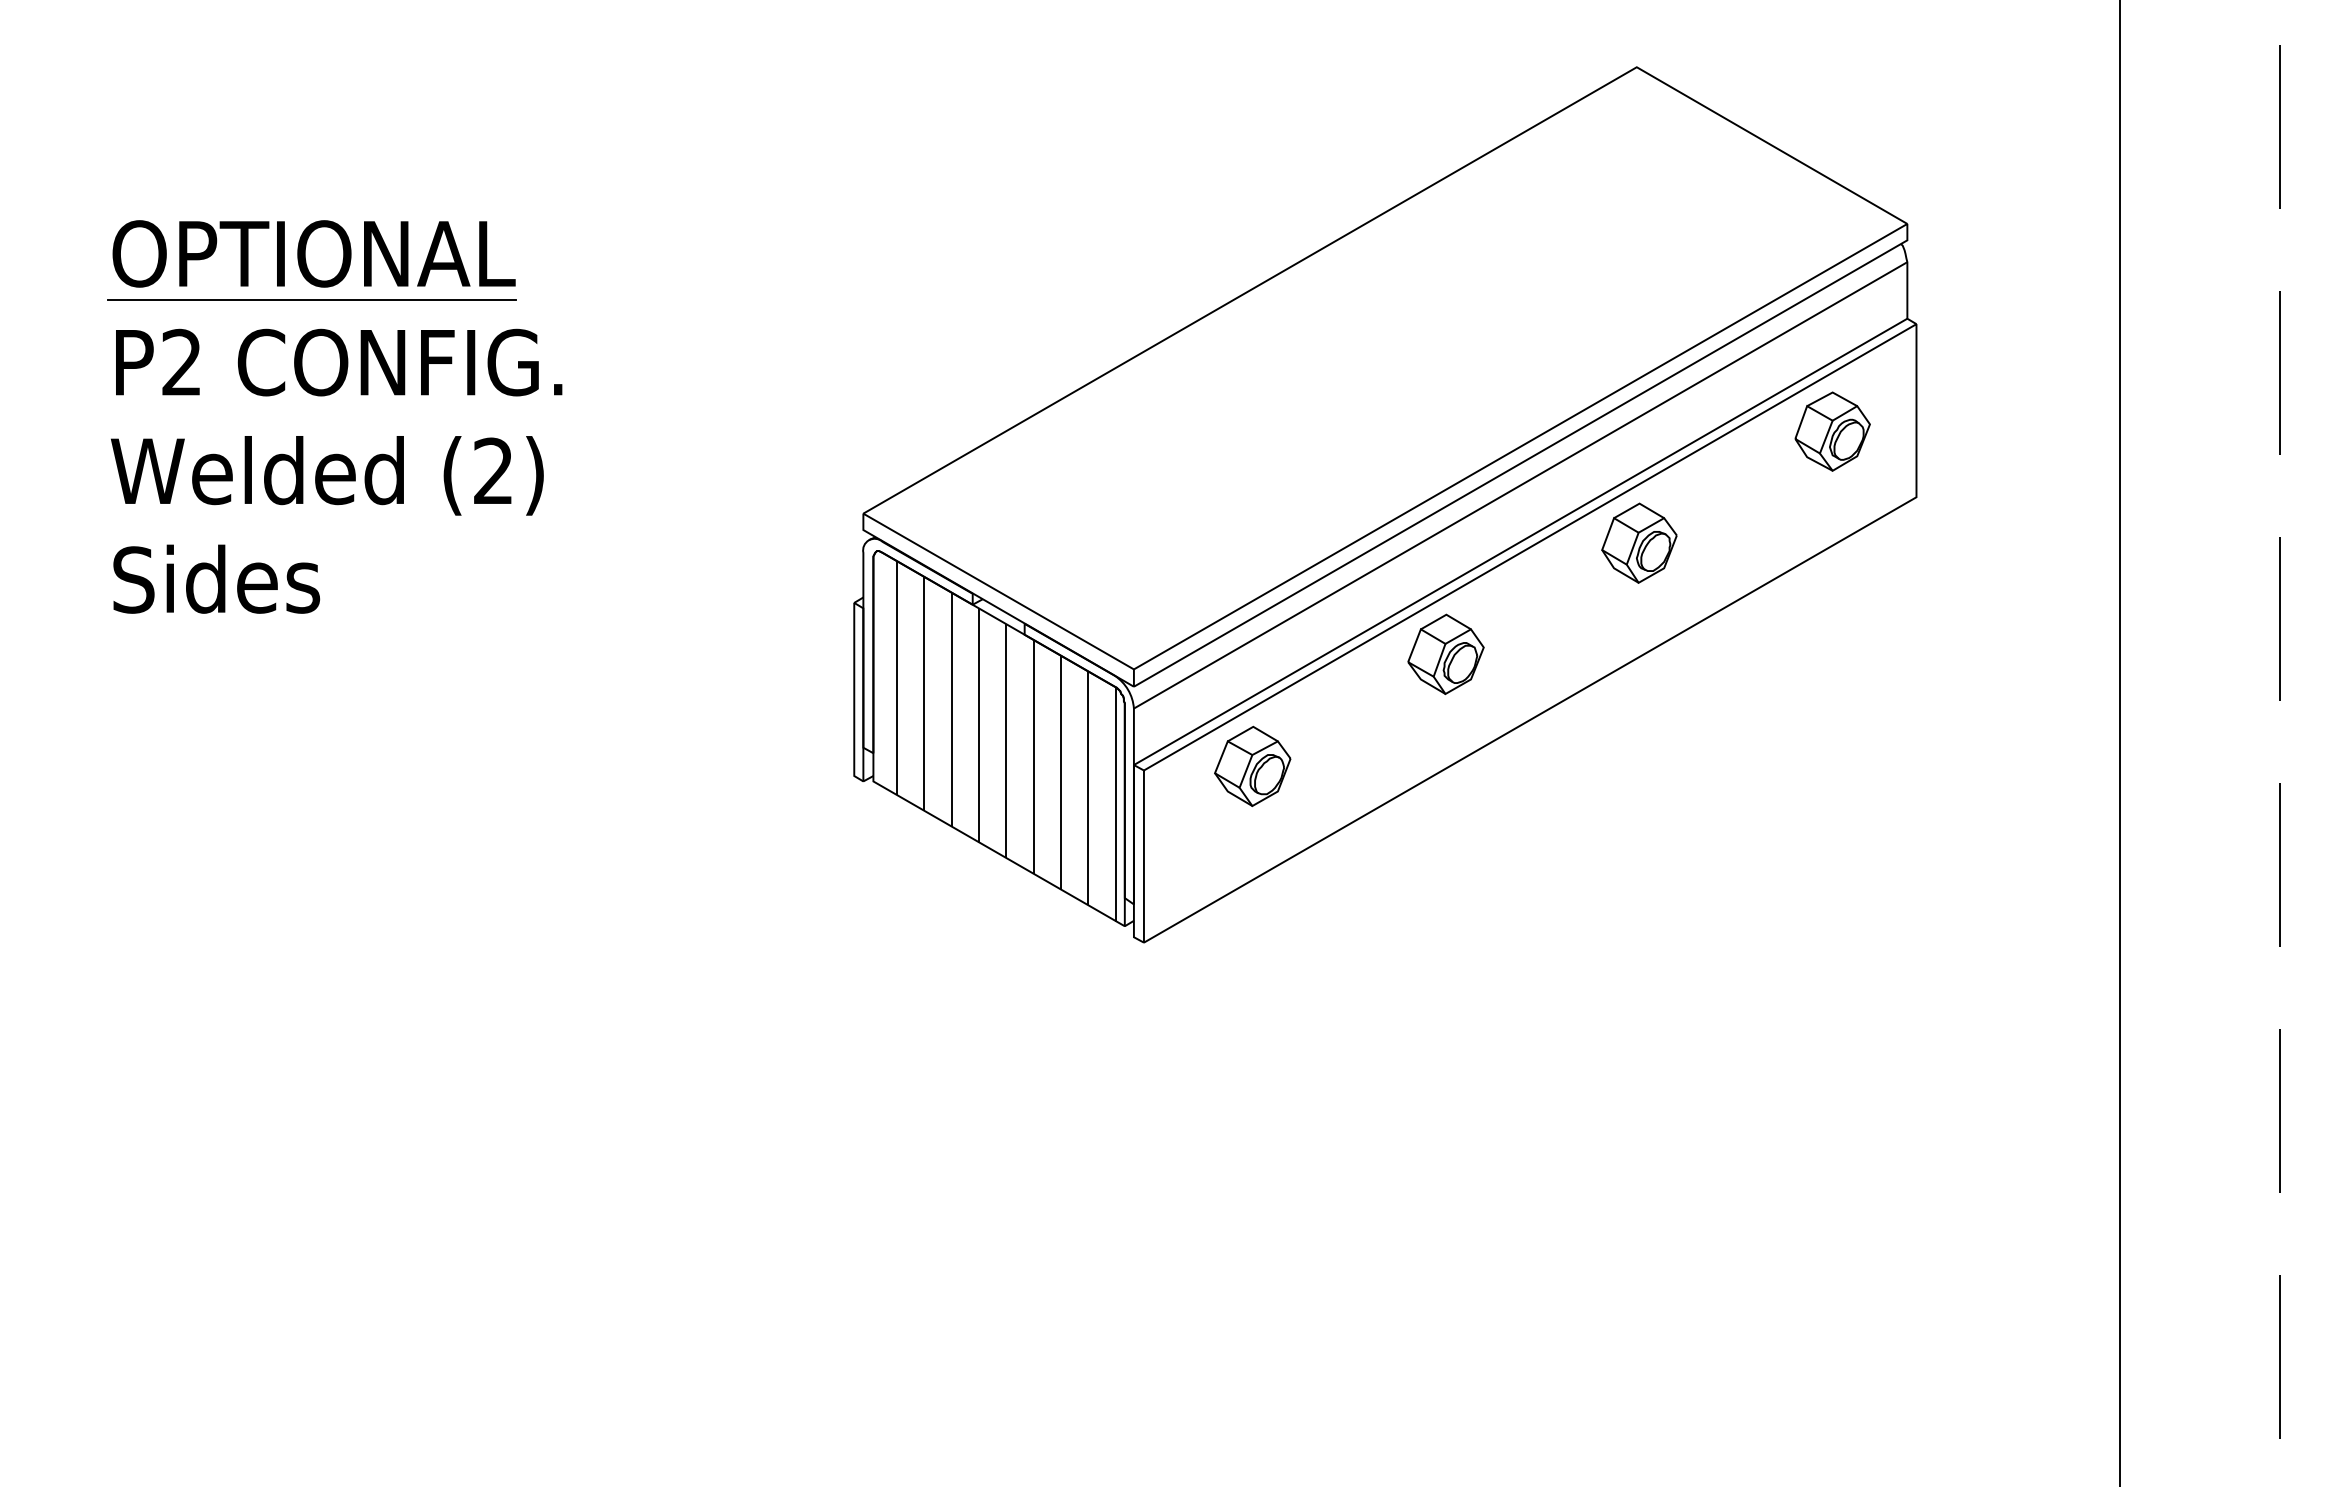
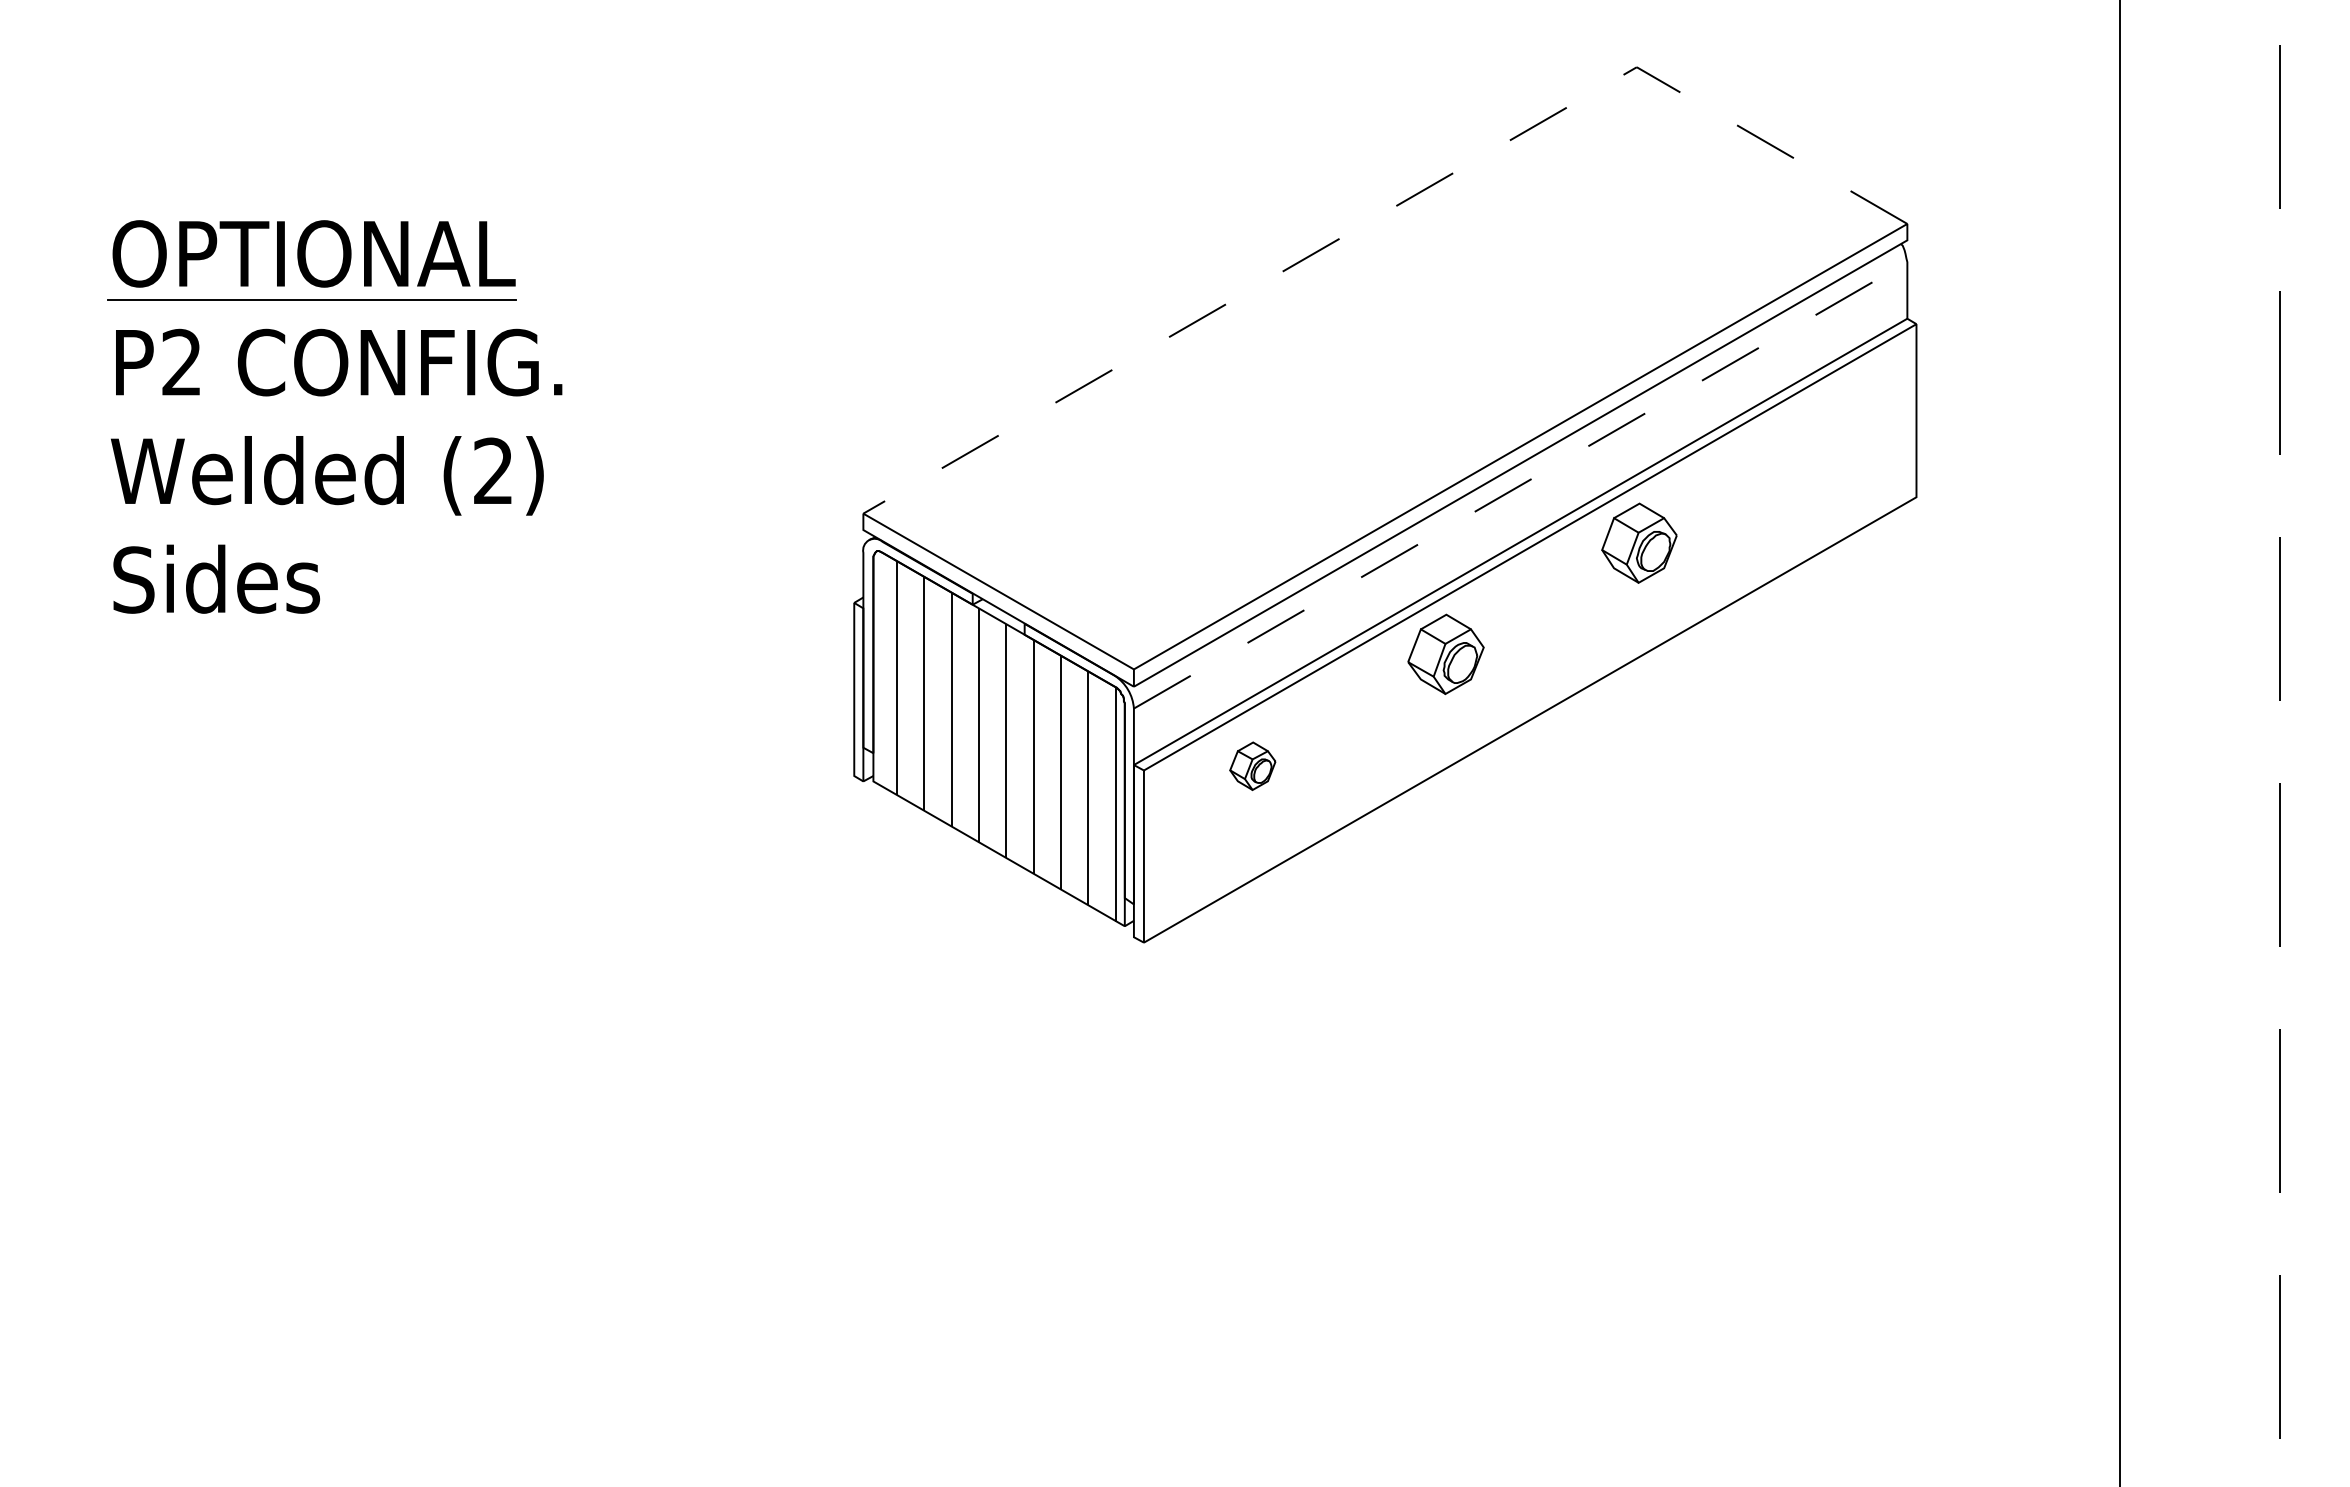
line at (1385, 212): solid -> dashed
part at (1832, 431): present -> none
line at (1520, 485): solid -> dashed
part at (1252, 765) size: 78x82 px -> 48x50 px
